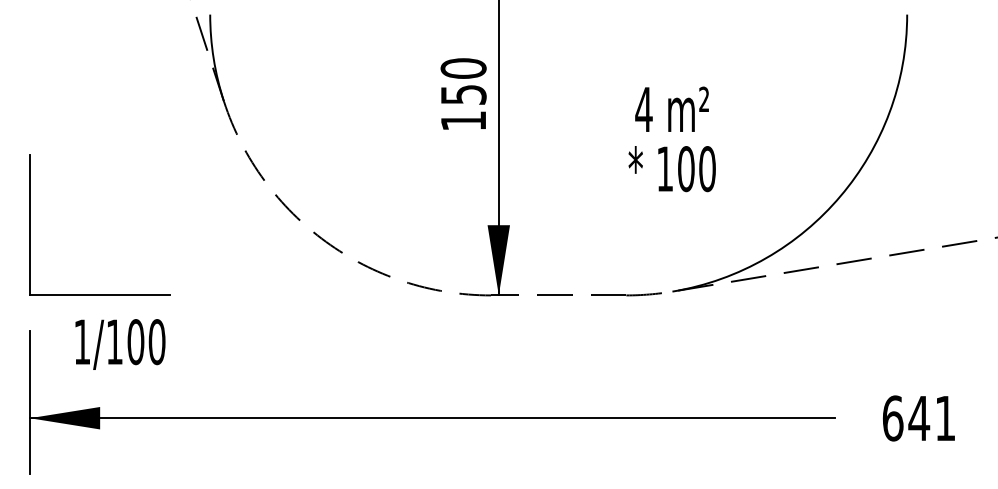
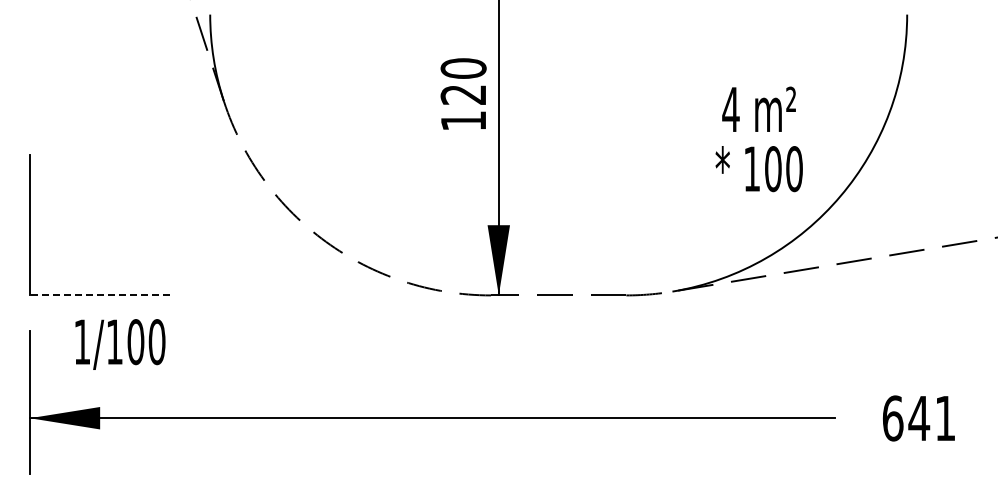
text at (463, 94): 150 -> 120
text at (671, 139) position: (671, 139) -> (758, 139)
line at (99, 295): solid -> dashed
